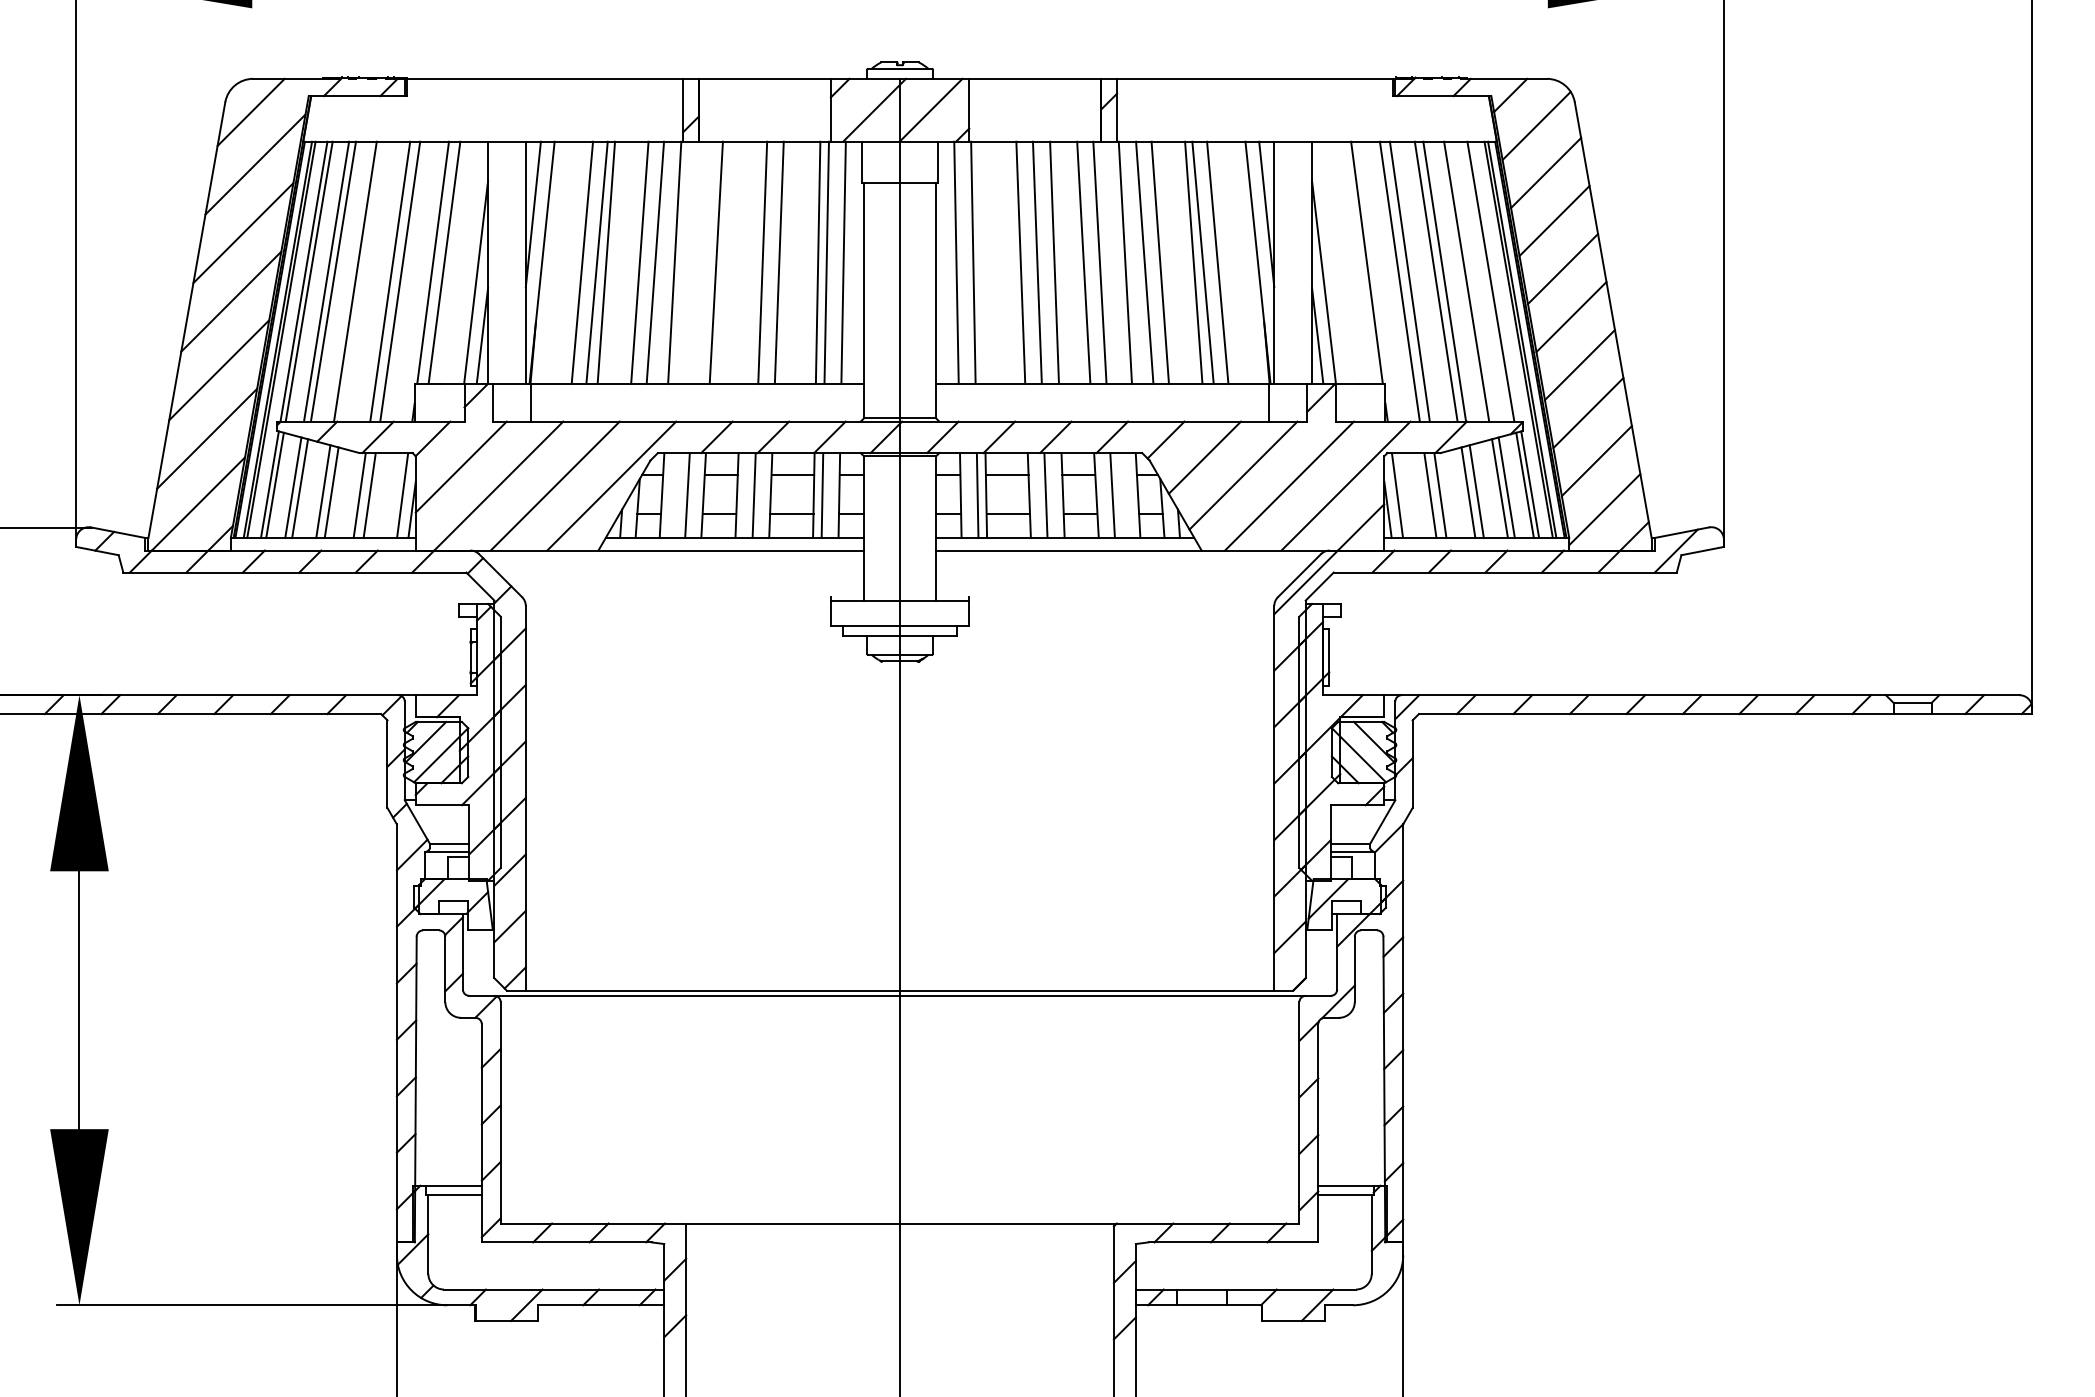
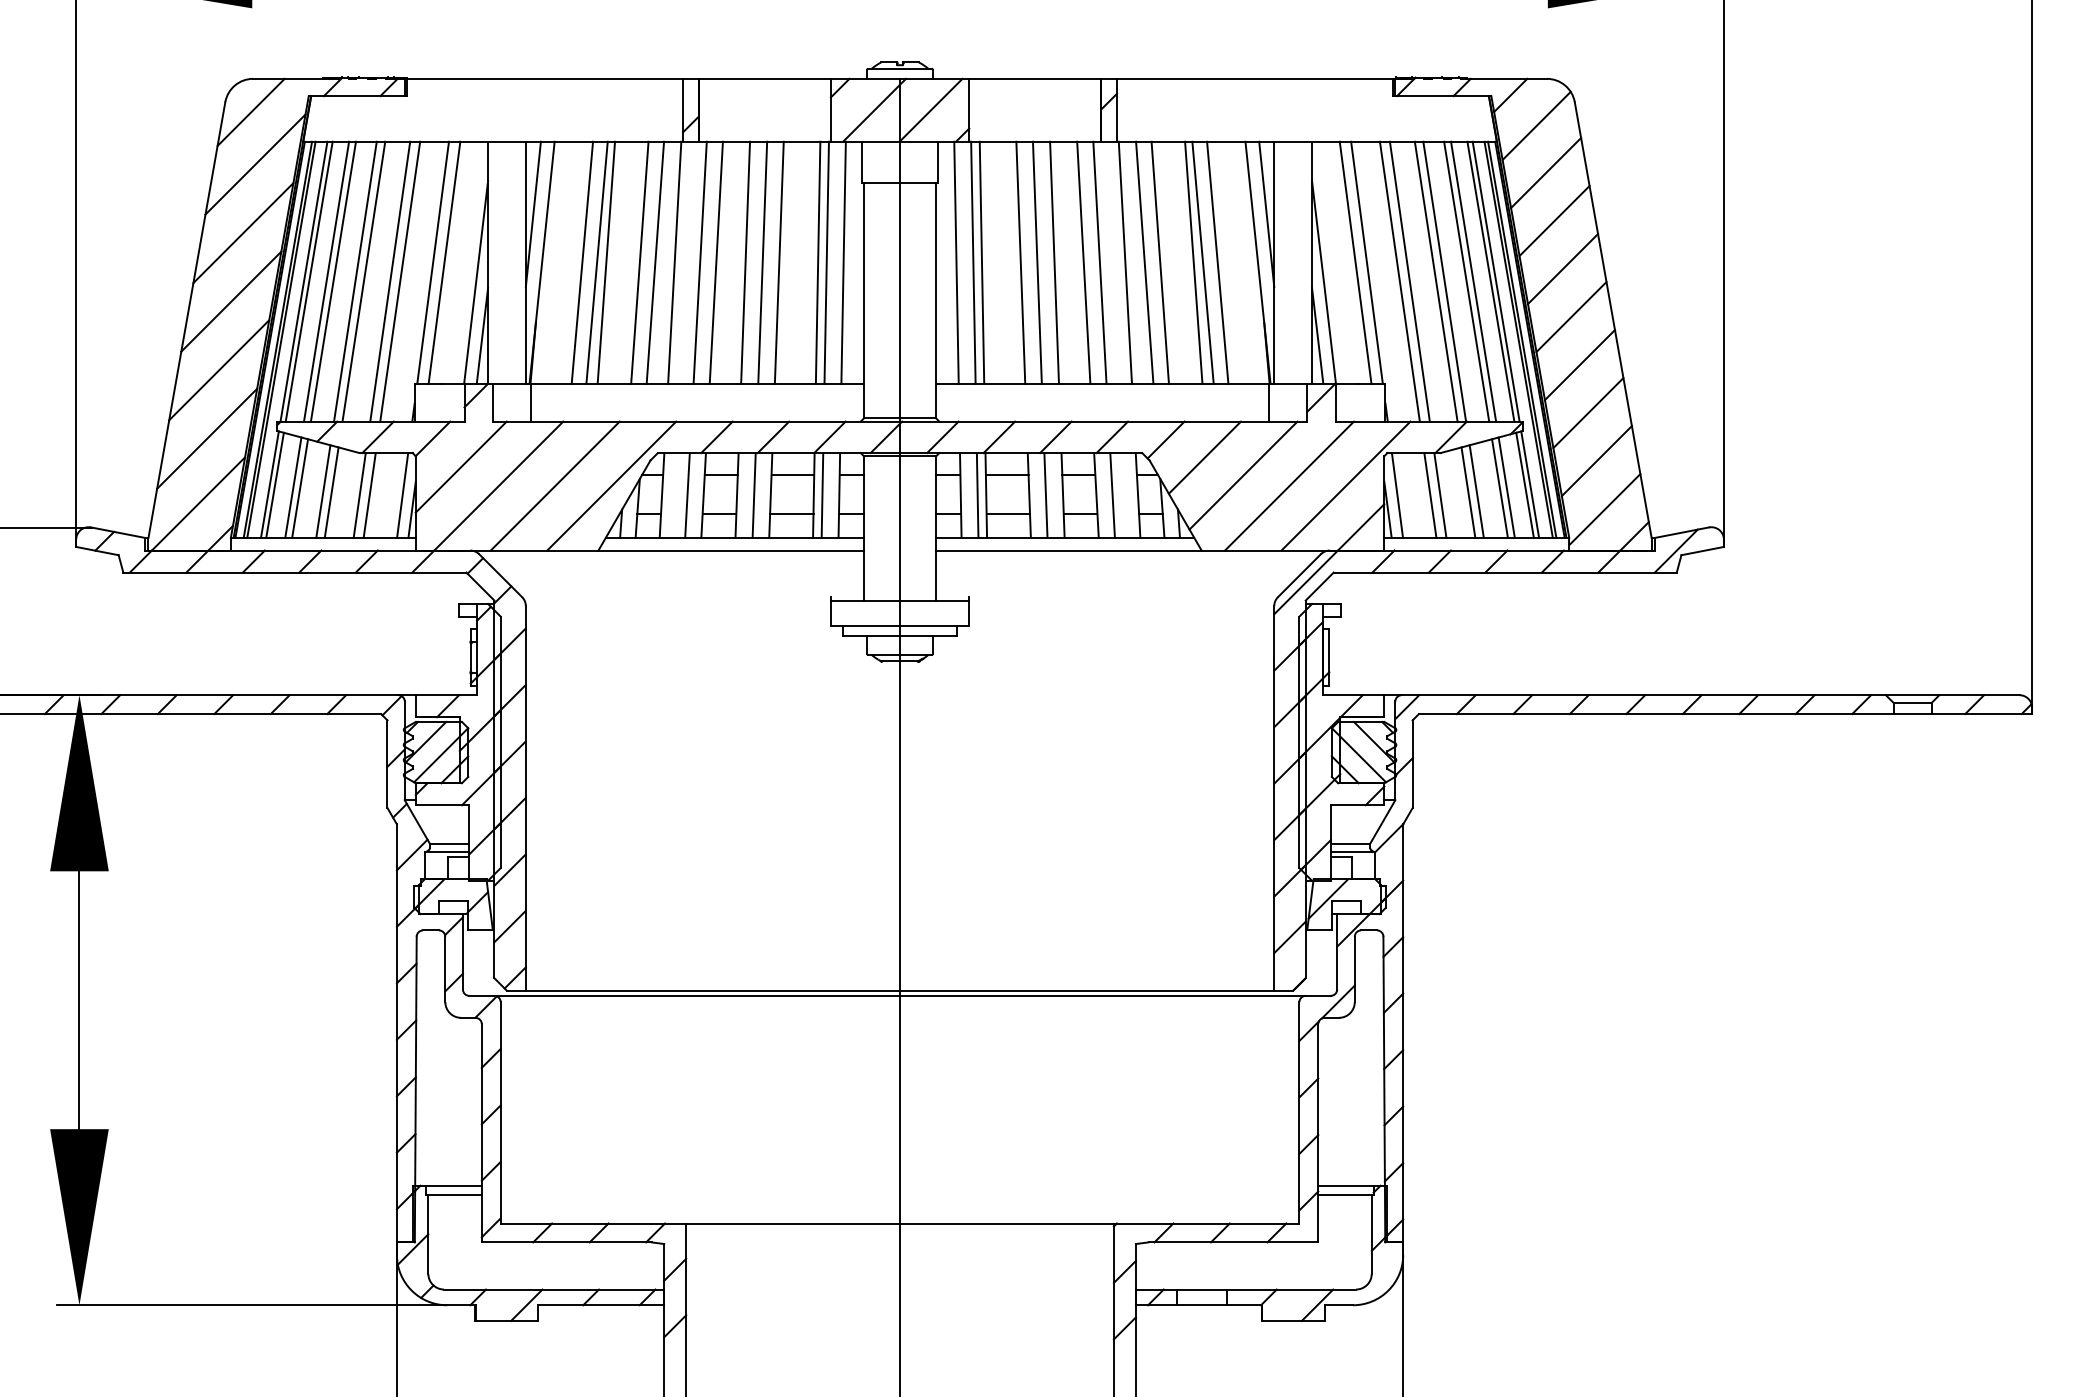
line at (699, 262): none -> present
line at (745, 262): none -> present
line at (981, 262): none -> present
line at (1355, 262): none -> present
line at (363, 281): none -> present
line at (1473, 281): none -> present
line at (1495, 281): none -> present
